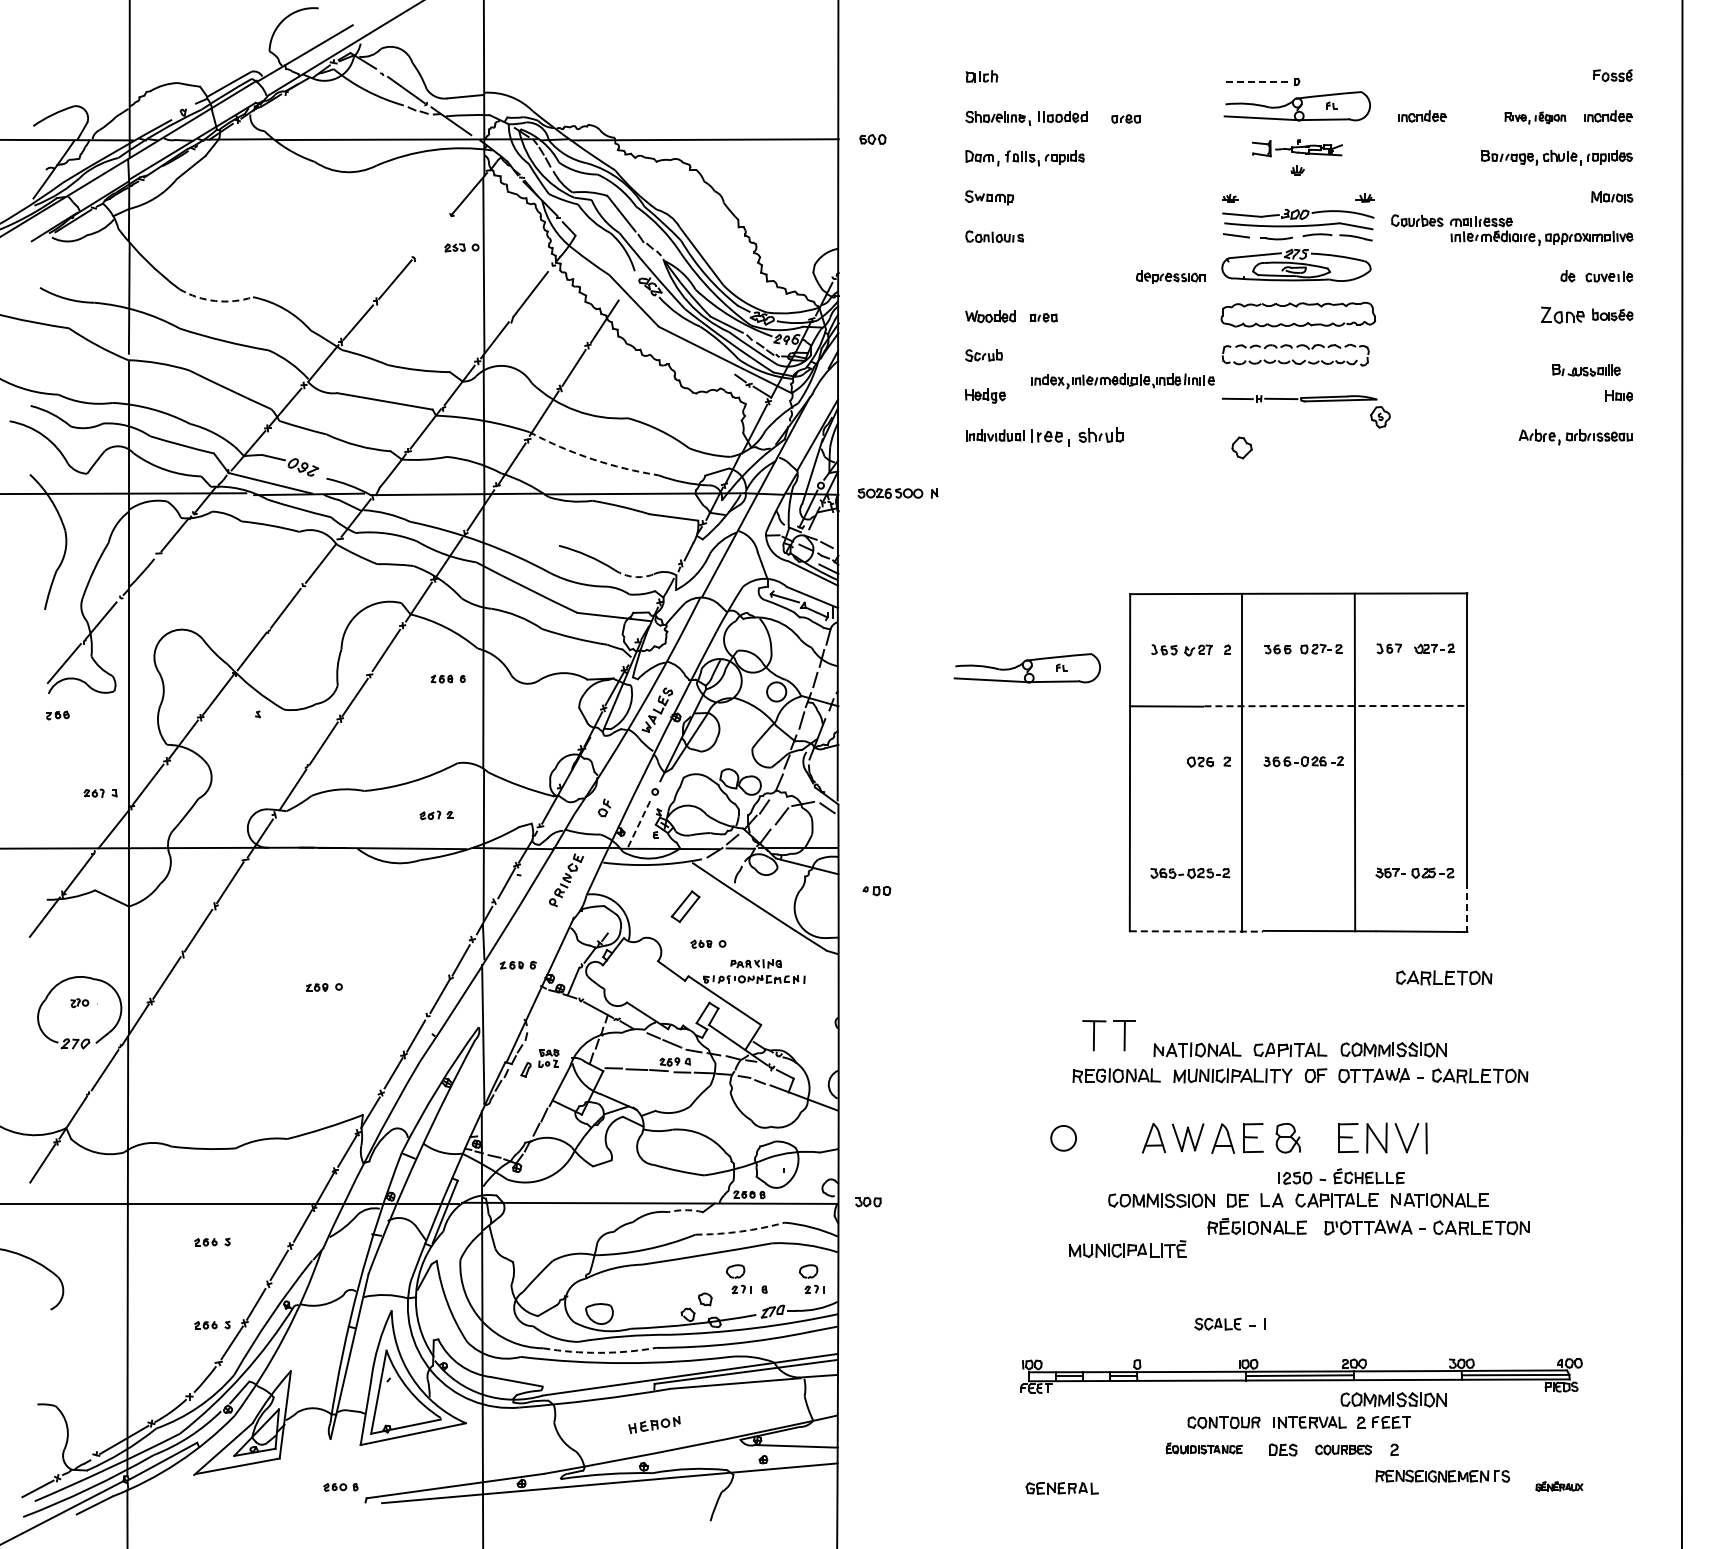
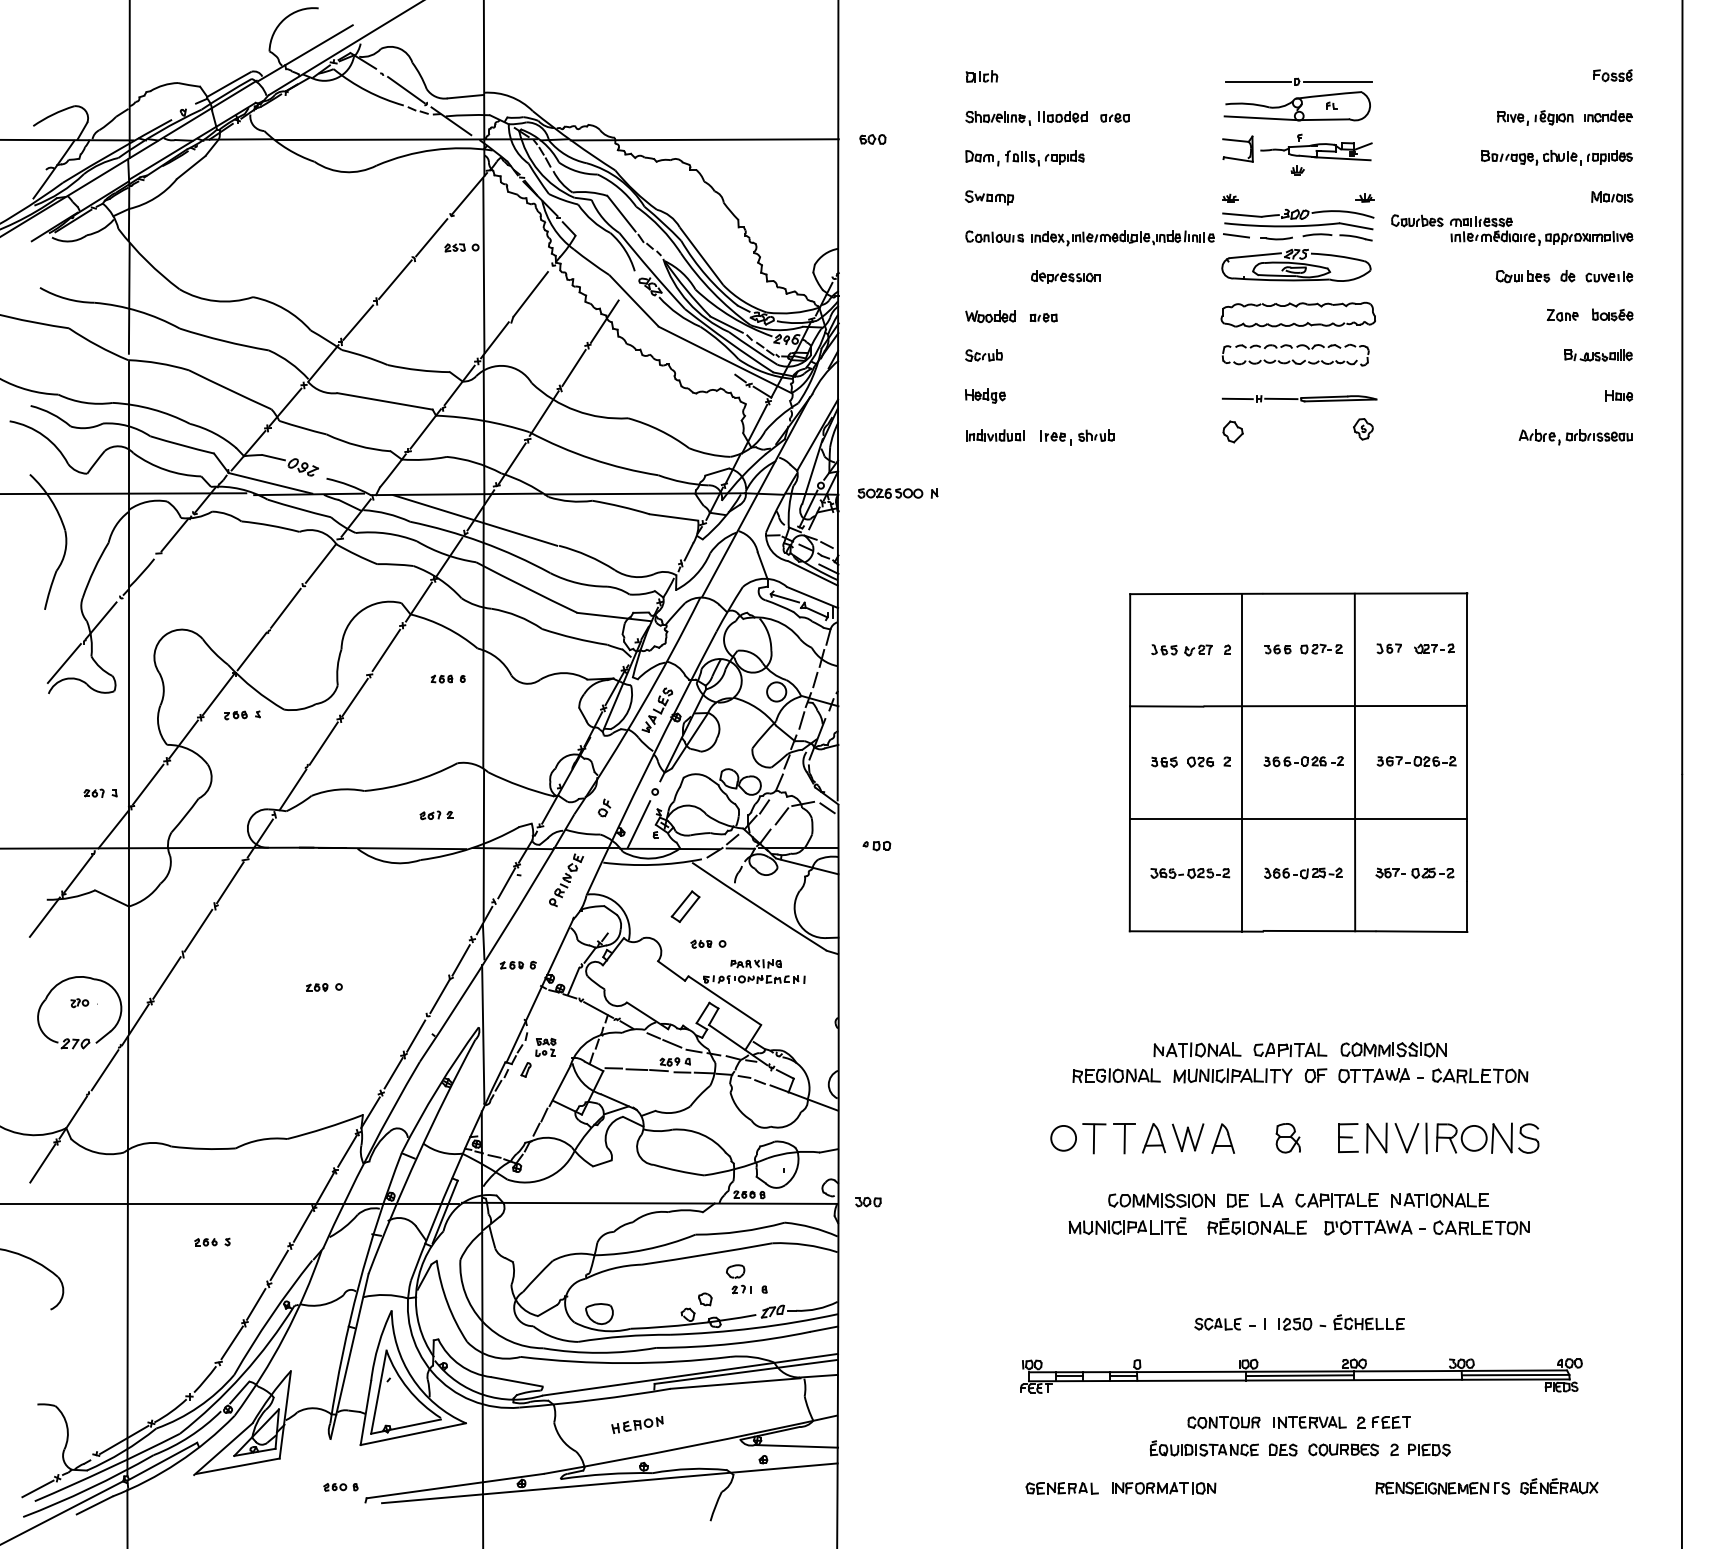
line at (1258, 81): dashed -> solid
line at (1337, 81): none -> present
part at (1422, 116): present -> none
part at (1535, 117) size: 63x14 px -> 77x16 px
part at (1125, 118) position: (1125, 118) -> (1114, 117)
part at (1297, 148) size: 91x19 px -> 151x30 px
line at (431, 237): none -> present
part at (1170, 276) position: (1170, 276) -> (1065, 276)
part at (1522, 276): none -> present
arc at (215, 301): dashed -> solid
part at (1562, 314) size: 44x18 px -> 33x13 px
part at (1586, 370) position: (1586, 370) -> (1598, 355)
part at (1122, 381) position: (1122, 381) -> (1122, 238)
part at (1380, 417) position: (1380, 417) -> (1363, 429)
part at (1077, 436) size: 93x20 px -> 75x17 px
part at (1241, 447) position: (1241, 447) -> (1232, 431)
arc at (592, 459): dashed -> solid
line at (475, 520): none -> present
arc at (633, 576): dashed -> solid
part at (1026, 668): present -> none
line at (1336, 706): dashed -> solid
part at (57, 715) position: (57, 715) -> (235, 715)
part at (1164, 761): none -> present
part at (1416, 761): none -> present
line at (1298, 818): none -> present
line at (638, 824): dashed -> solid
part at (1303, 873): none -> present
part at (876, 891) position: (876, 891) -> (876, 846)
line at (1467, 907): dashed -> solid
line at (1196, 931): dashed -> solid
part at (1444, 977): present -> none
part at (1106, 1022) position: (1106, 1022) -> (1106, 1125)
part at (548, 1058) position: (548, 1058) -> (545, 1047)
part at (1253, 1137): present -> none
part at (1487, 1137): none -> present
part at (1341, 1176) position: (1341, 1176) -> (1341, 1322)
arc at (685, 1210): dashed -> solid
arc at (740, 1231): dashed -> solid
part at (1127, 1248) position: (1127, 1248) -> (1127, 1225)
part at (811, 1279): present -> none
part at (212, 1324): present -> none
arc at (599, 1352): dashed -> solid
part at (1393, 1399): present -> none
part at (654, 1424) position: (654, 1424) -> (637, 1424)
part at (1203, 1448) size: 78x13 px -> 110x17 px
part at (1343, 1449) size: 58x12 px -> 71x14 px
part at (1429, 1449): none -> present
part at (1442, 1475) position: (1442, 1475) -> (1442, 1487)
part at (1559, 1486) size: 49x11 px -> 79x17 px
part at (1164, 1488): none -> present
